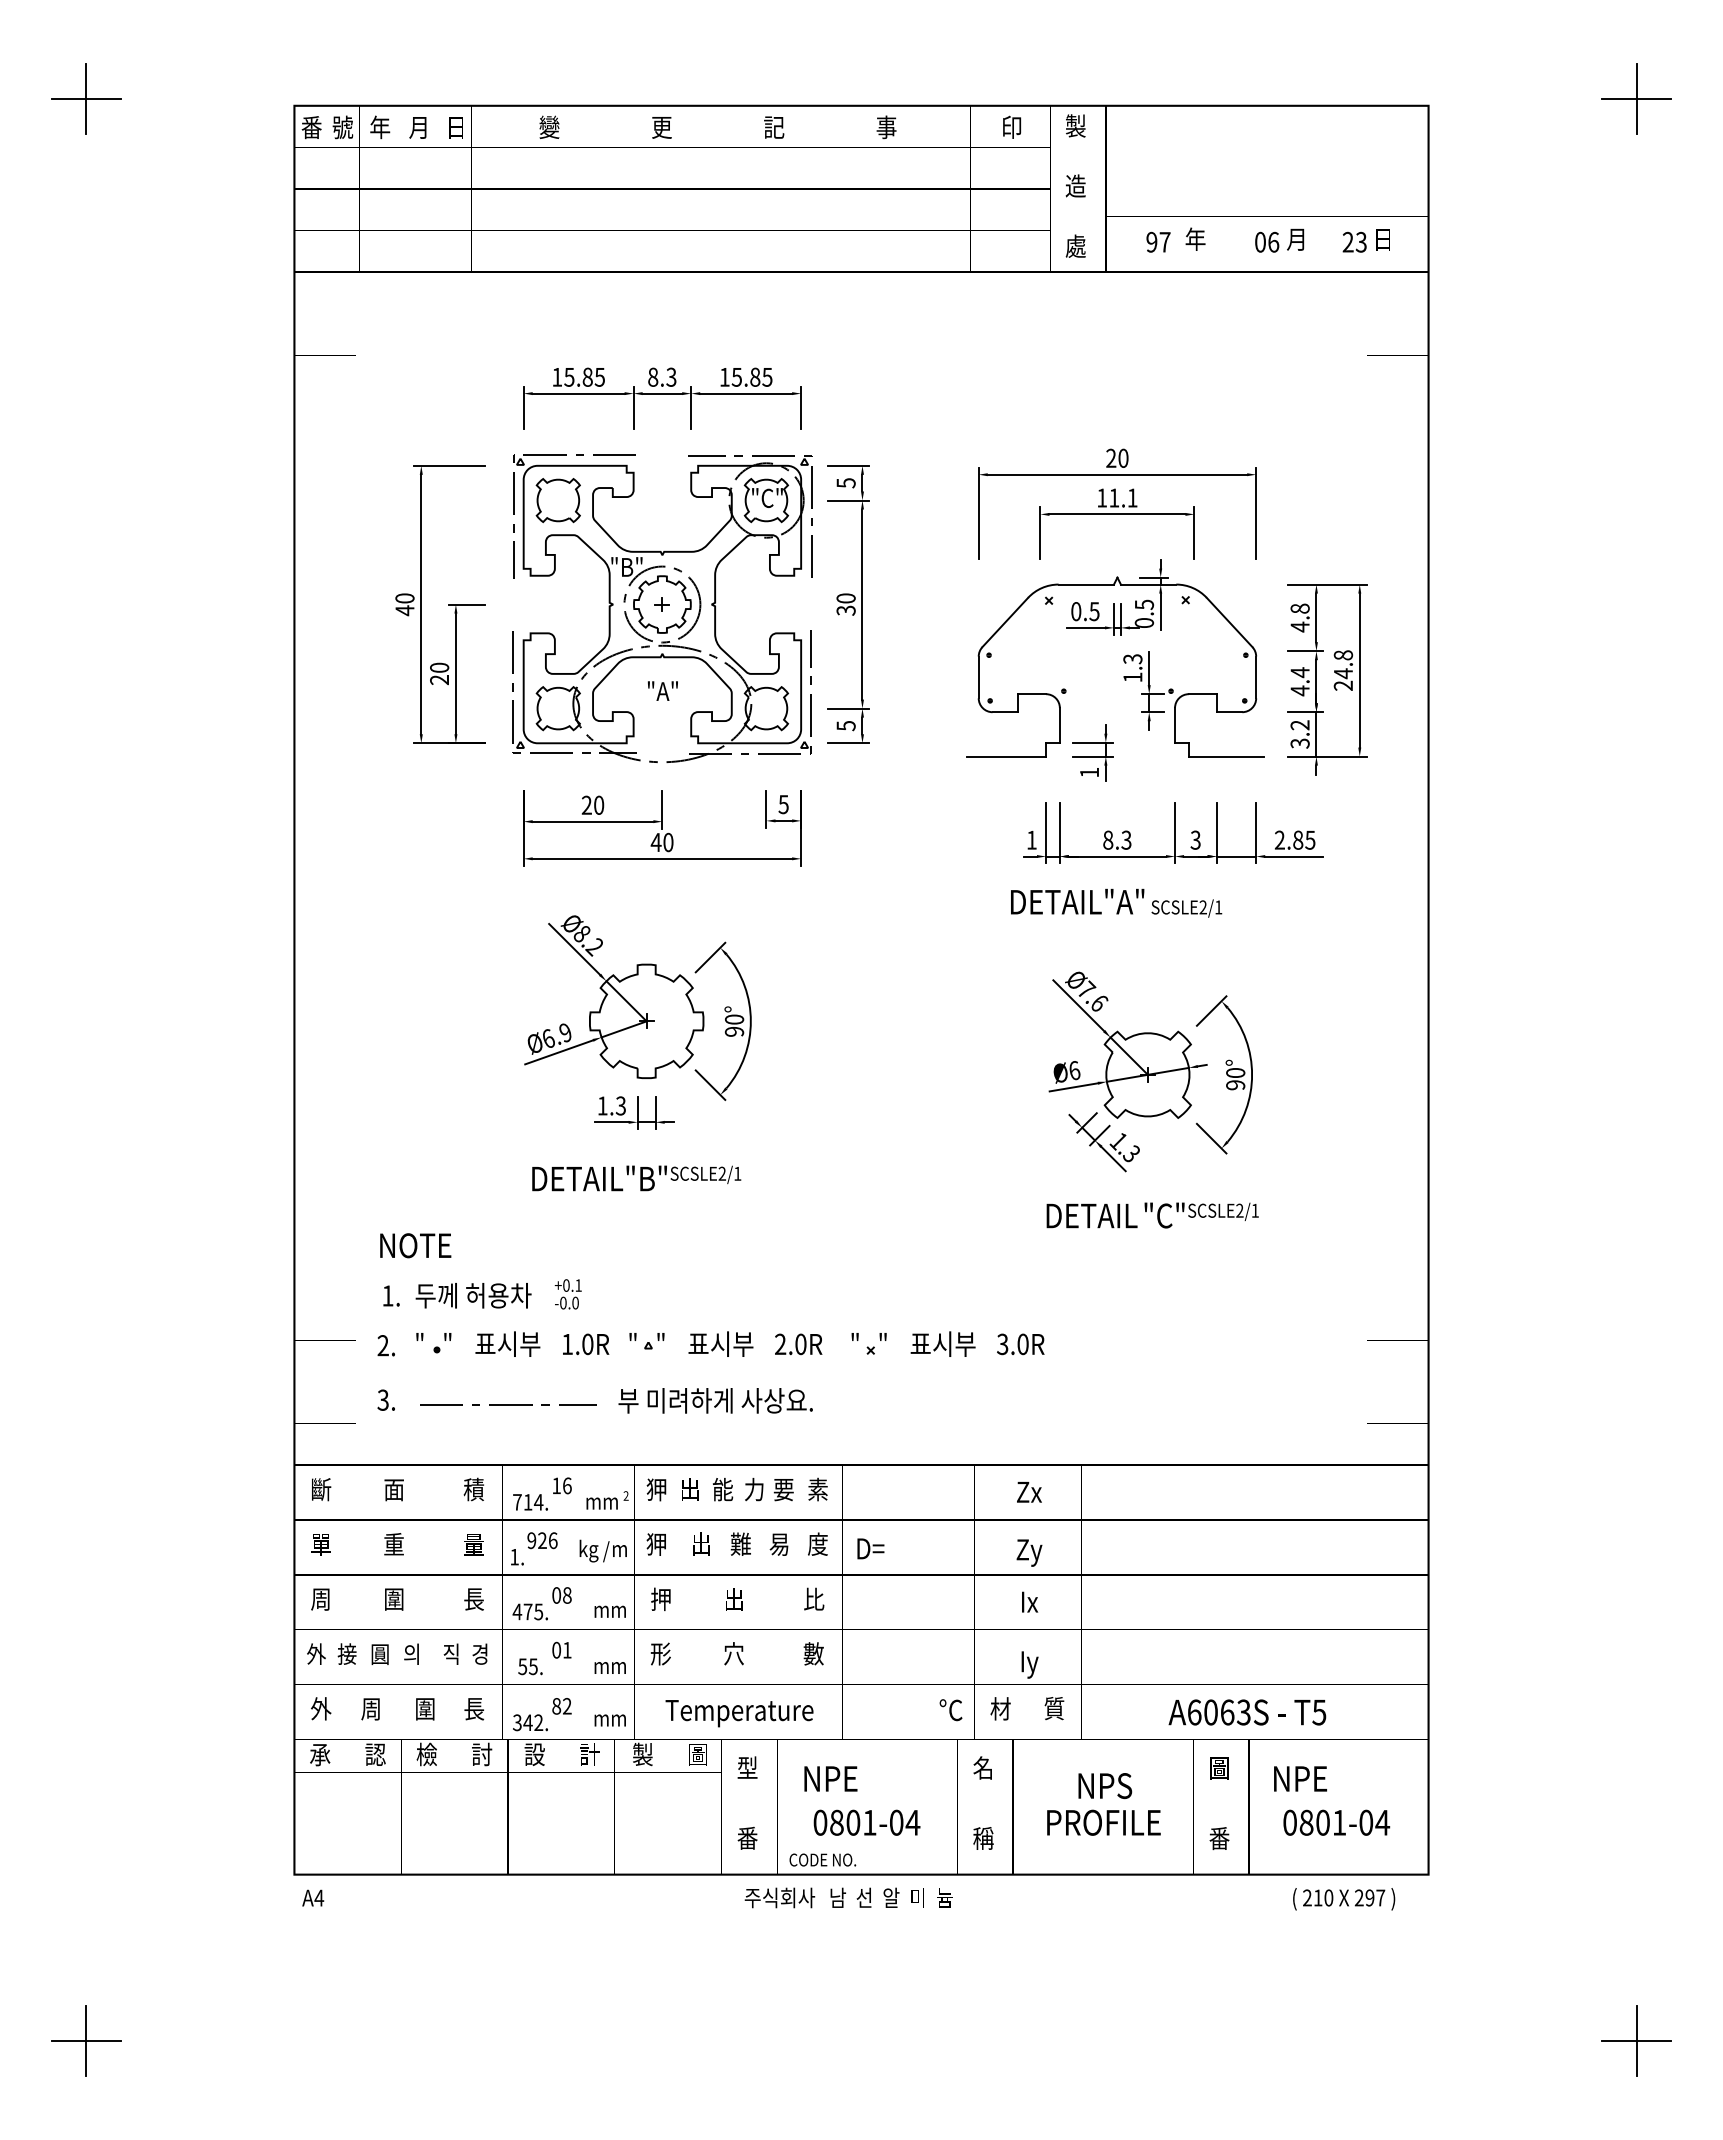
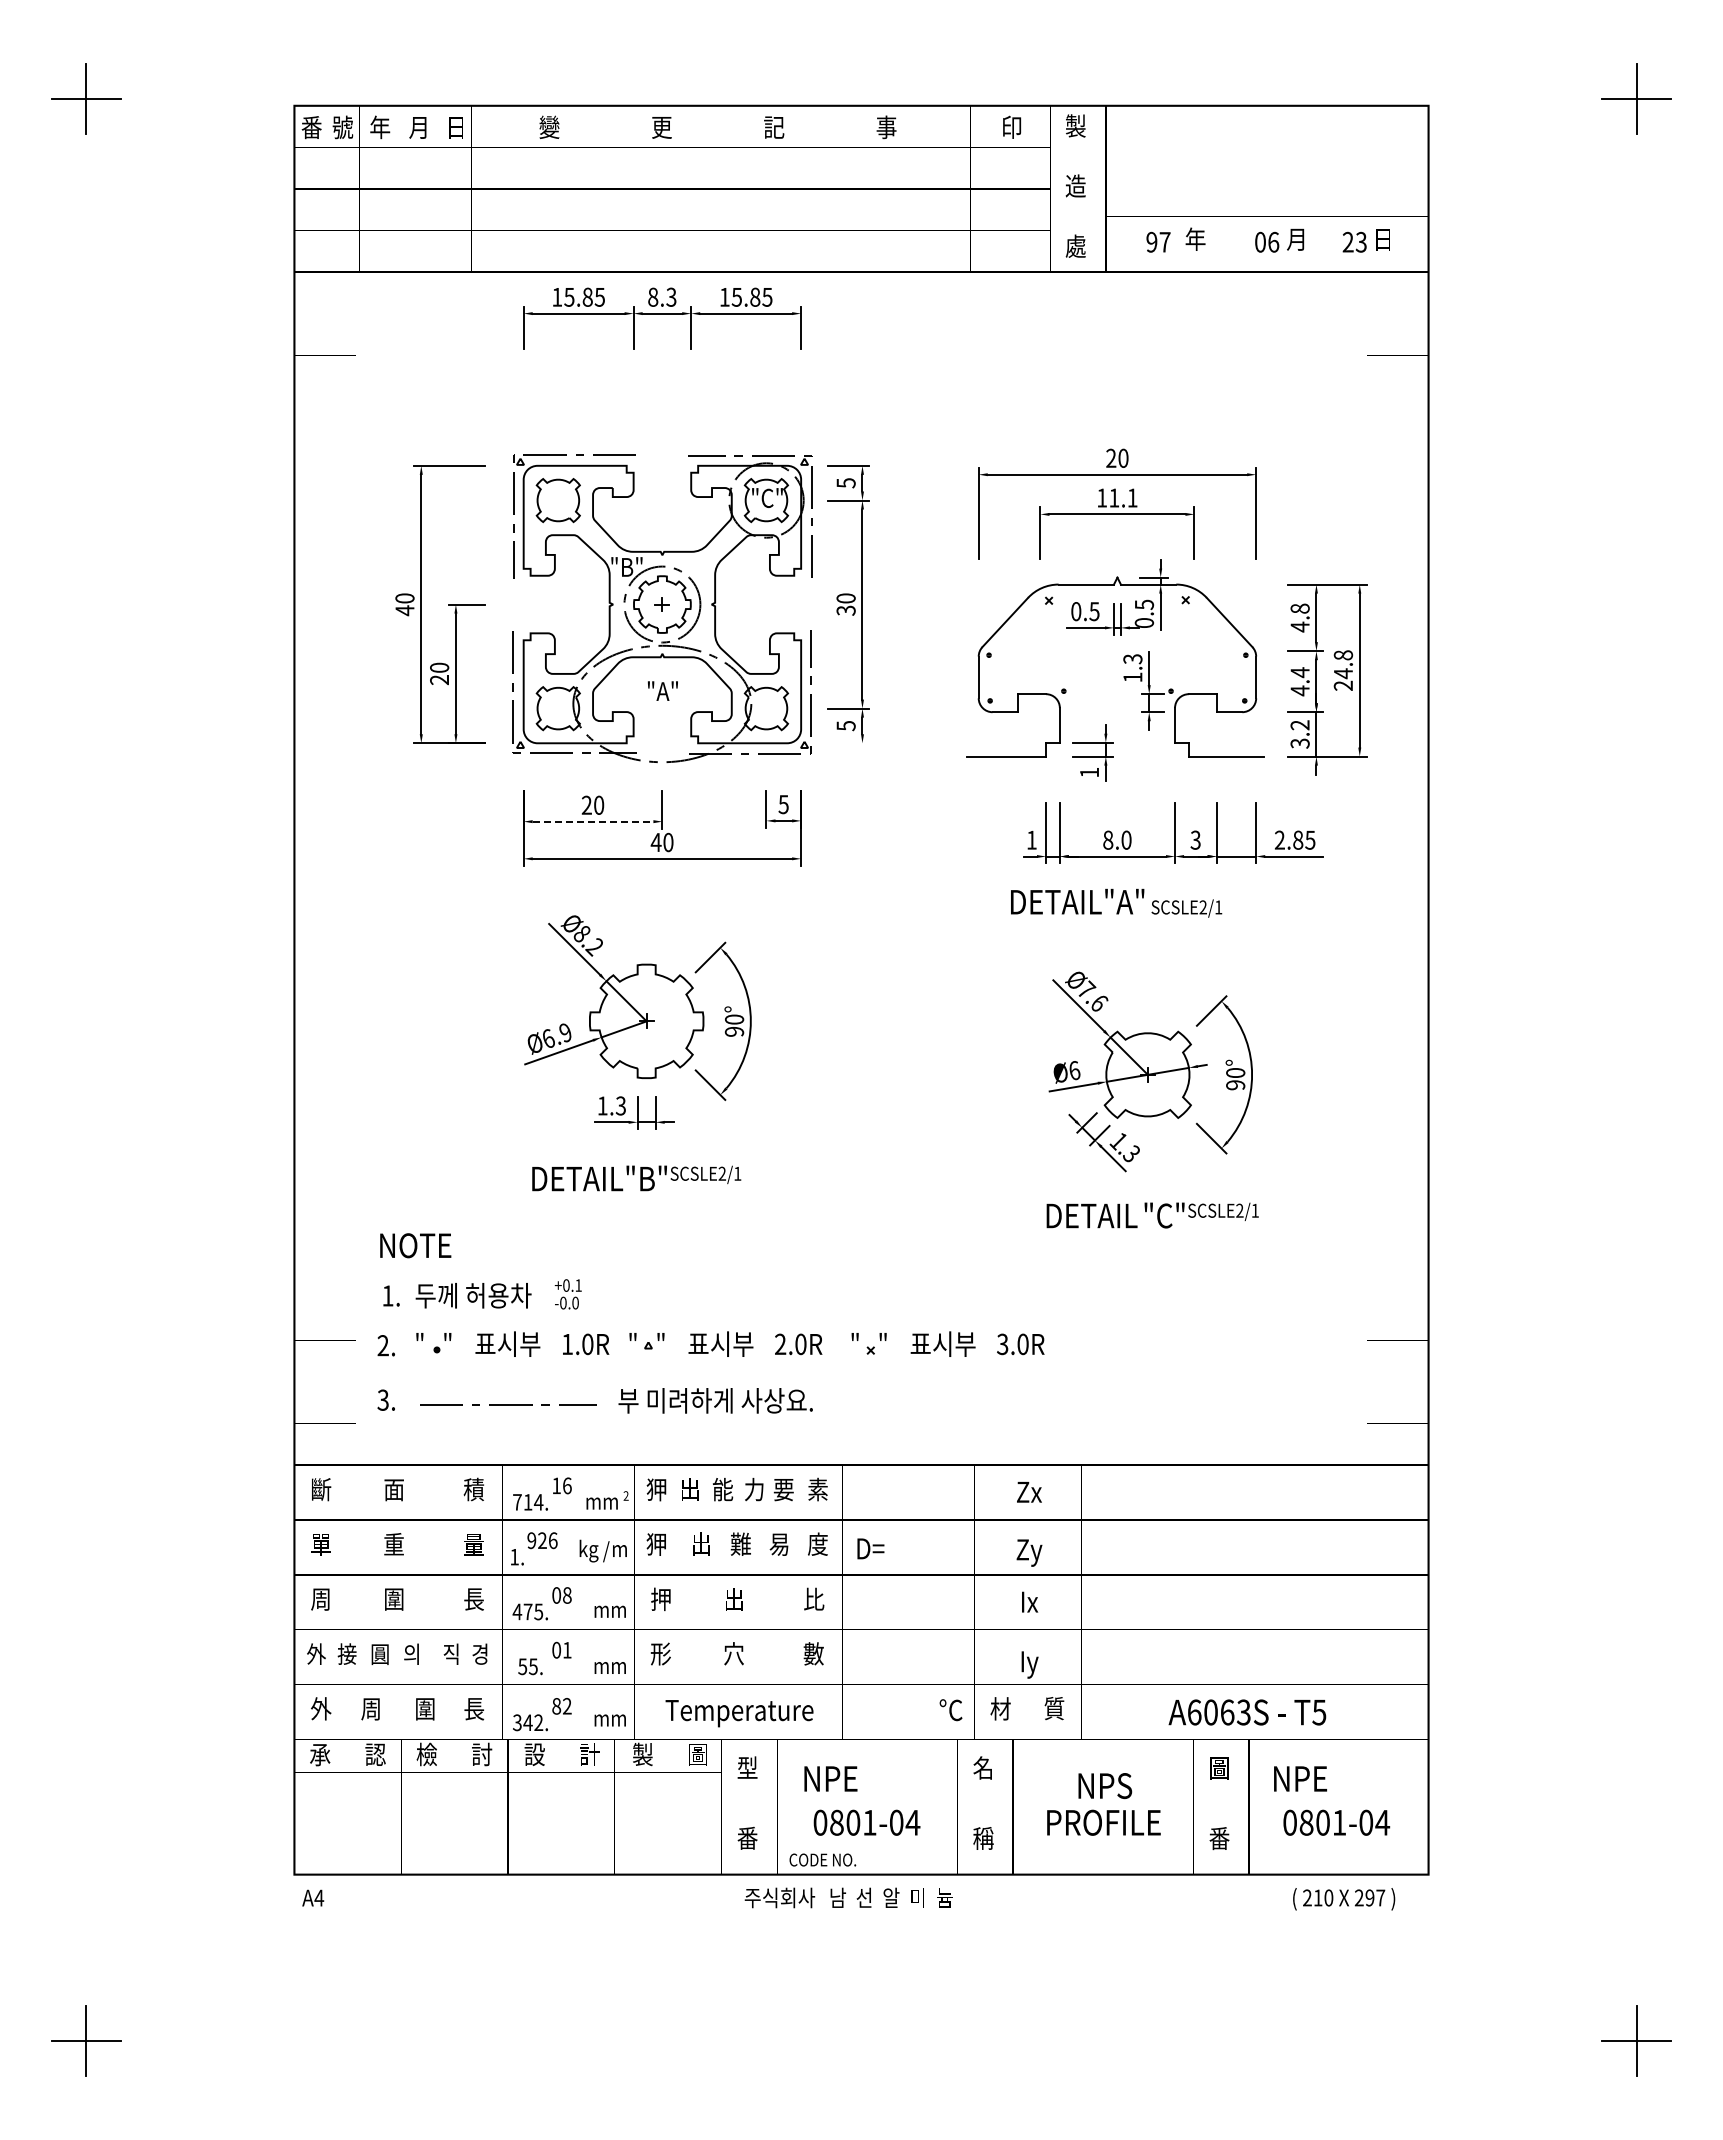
part at (662, 398) position: (662, 398) -> (662, 318)
line at (848, 743): present -> none
line at (593, 821): solid -> dashed
text at (1126, 839): 8.3 -> 8.0
